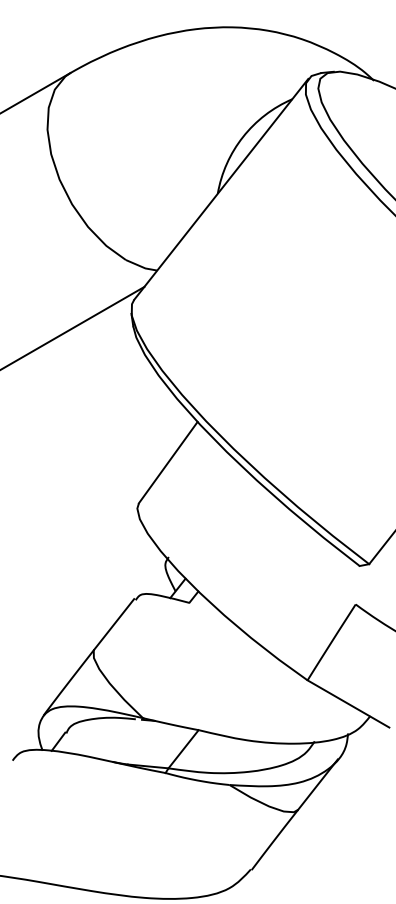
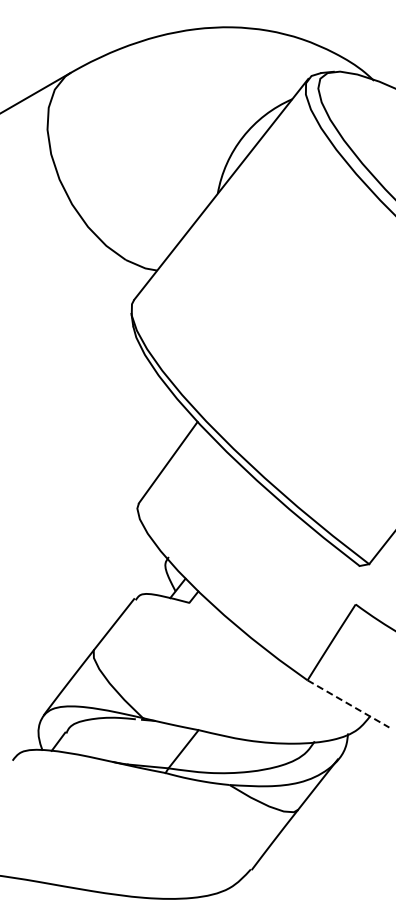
line at (73, 327): present -> none
line at (348, 704): solid -> dashed
